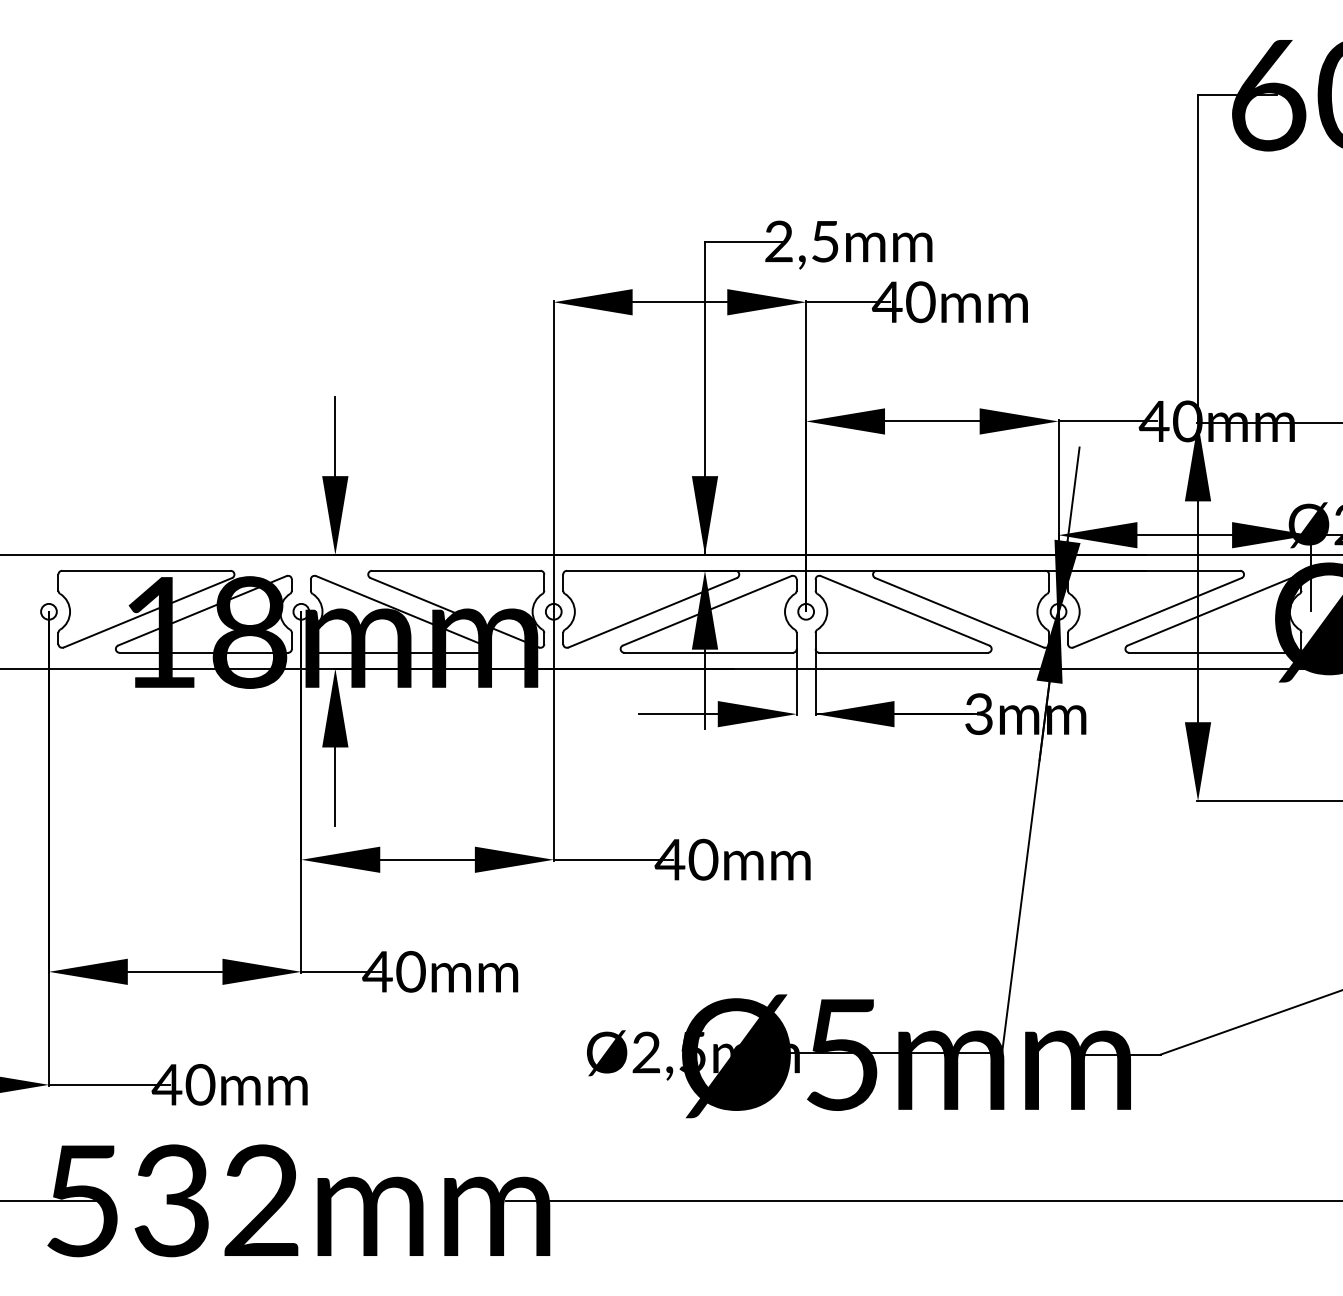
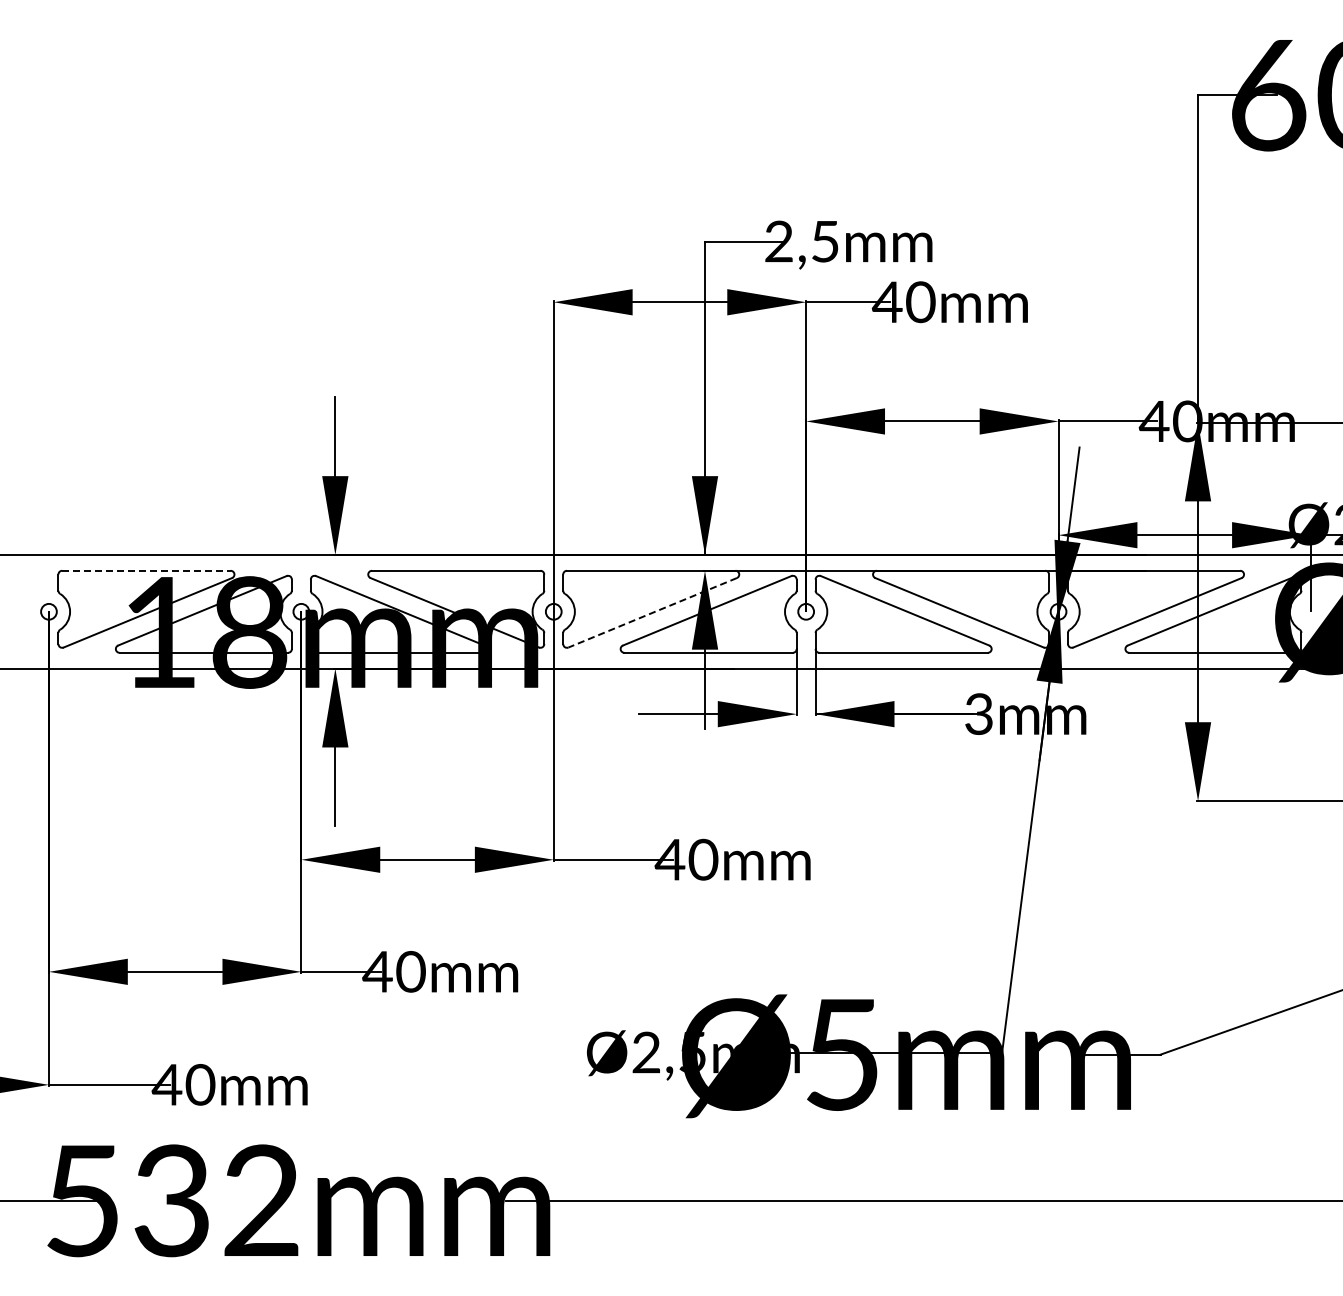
line at (146, 570): solid -> dashed
line at (652, 613): solid -> dashed
